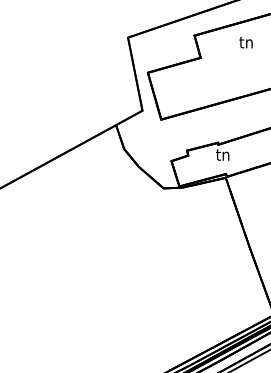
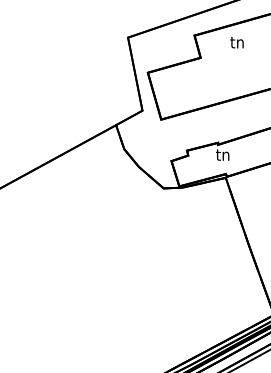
text at (245, 42) position: (245, 42) -> (236, 42)
